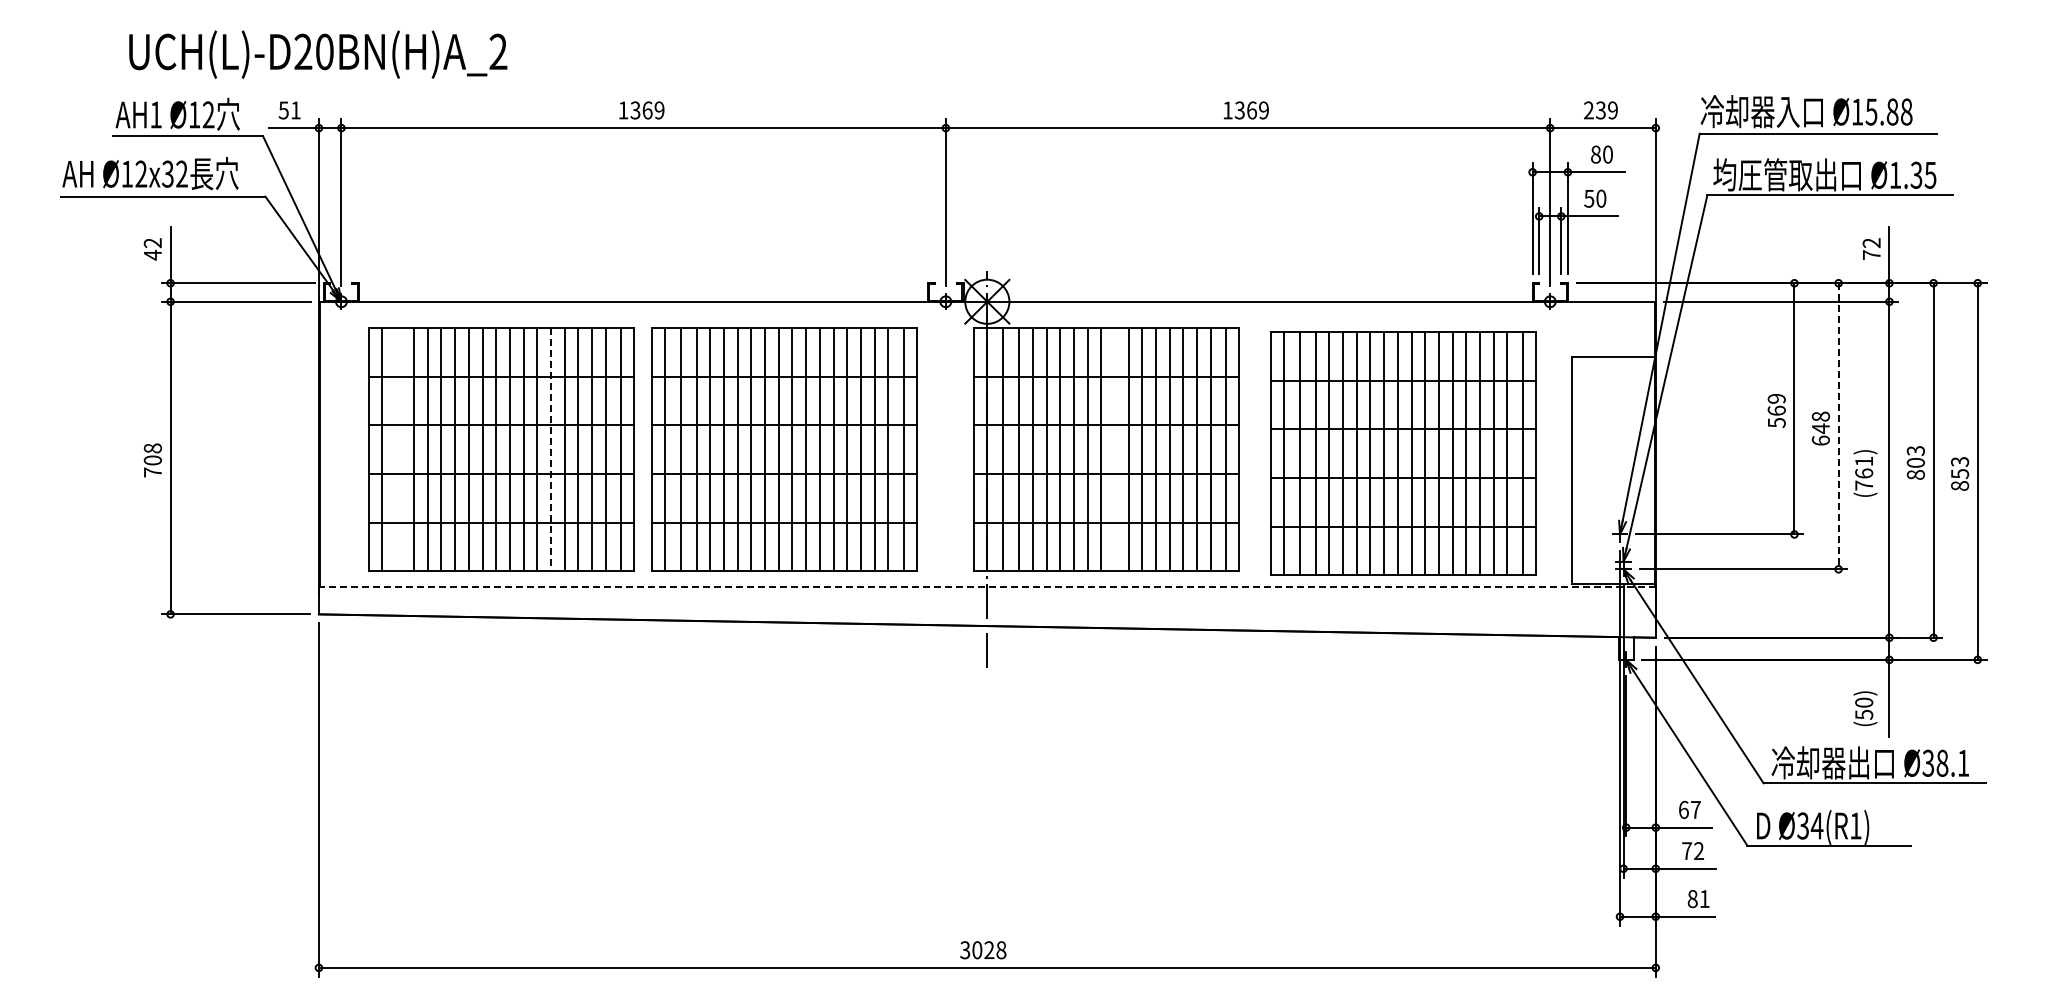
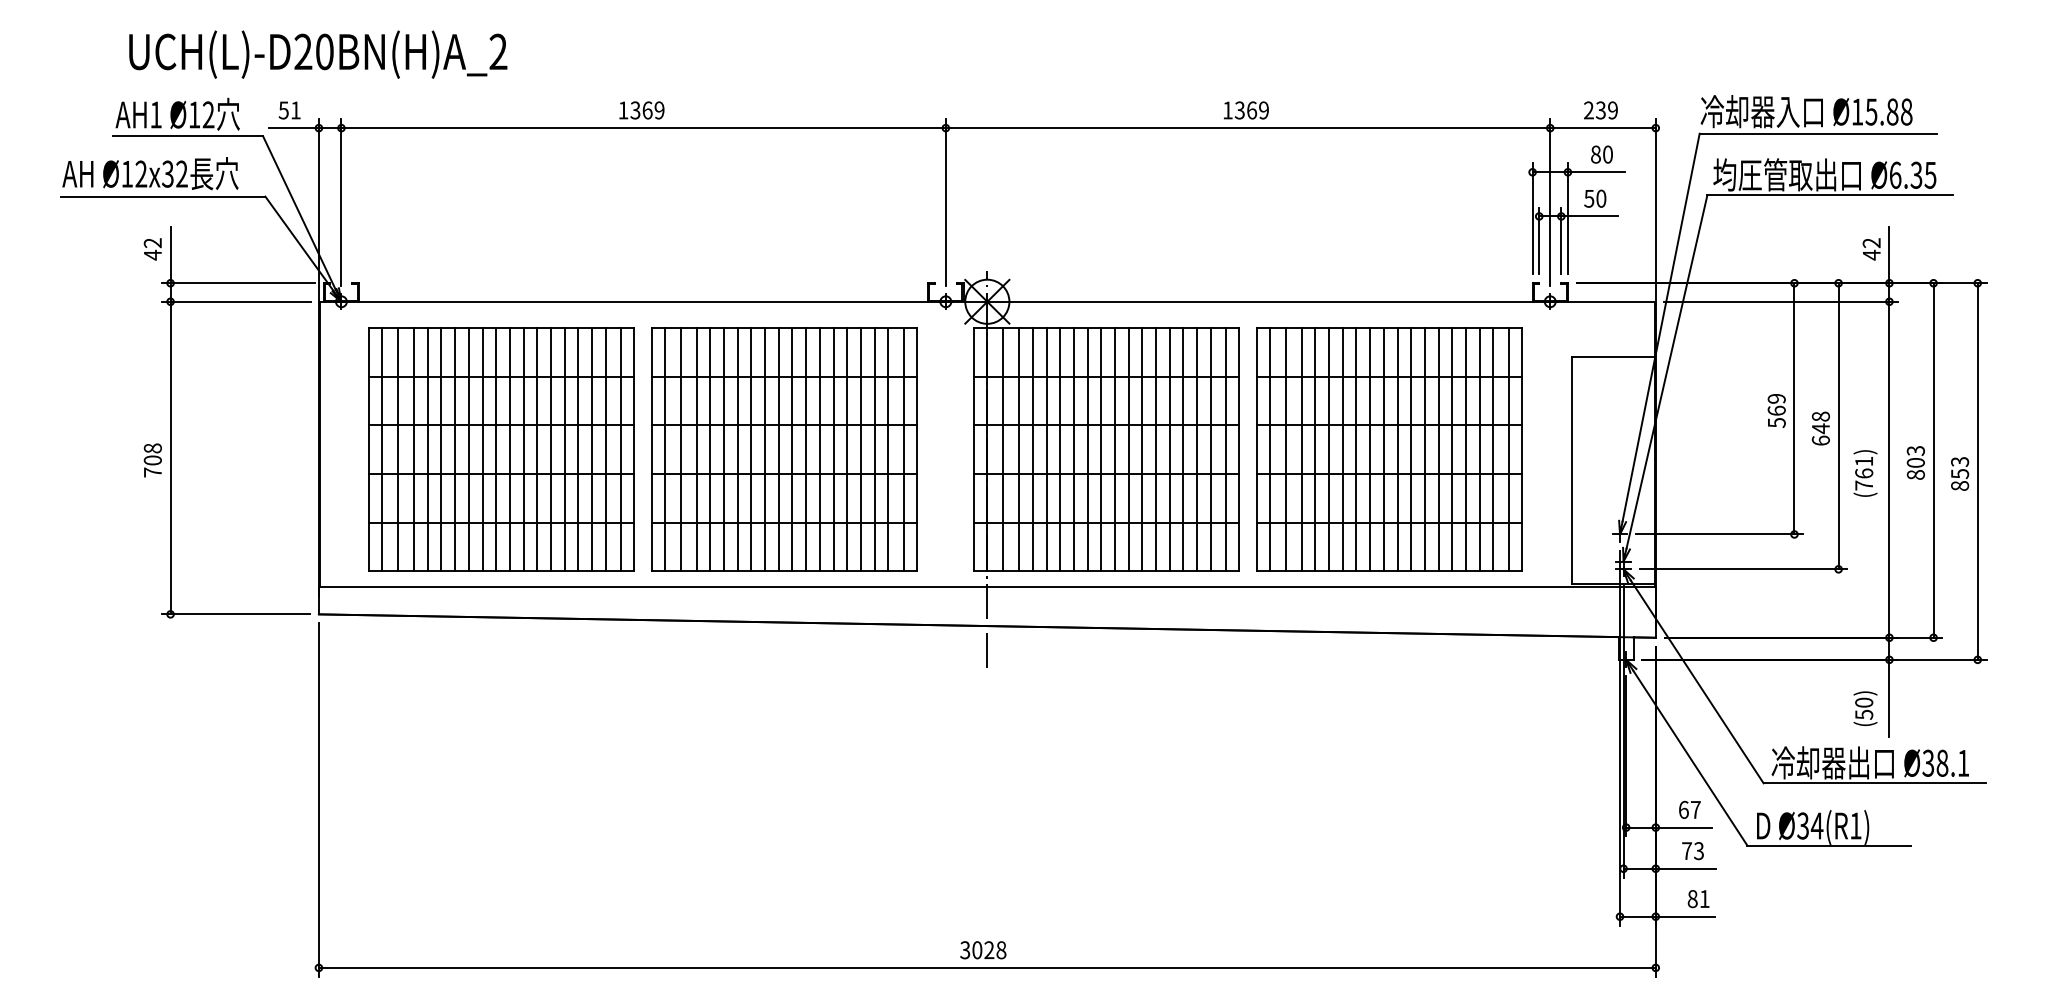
text at (1895, 174): Ø1.35 -> Ø6.35
text at (1871, 254): 72 -> 42
line at (1838, 426): dashed -> solid
line at (398, 449): none -> present
line at (1114, 449): none -> present
line at (550, 450): dashed -> solid
part at (1403, 453) position: (1403, 453) -> (1389, 449)
line at (986, 587): dashed -> solid
text at (1698, 851): 72 -> 73
